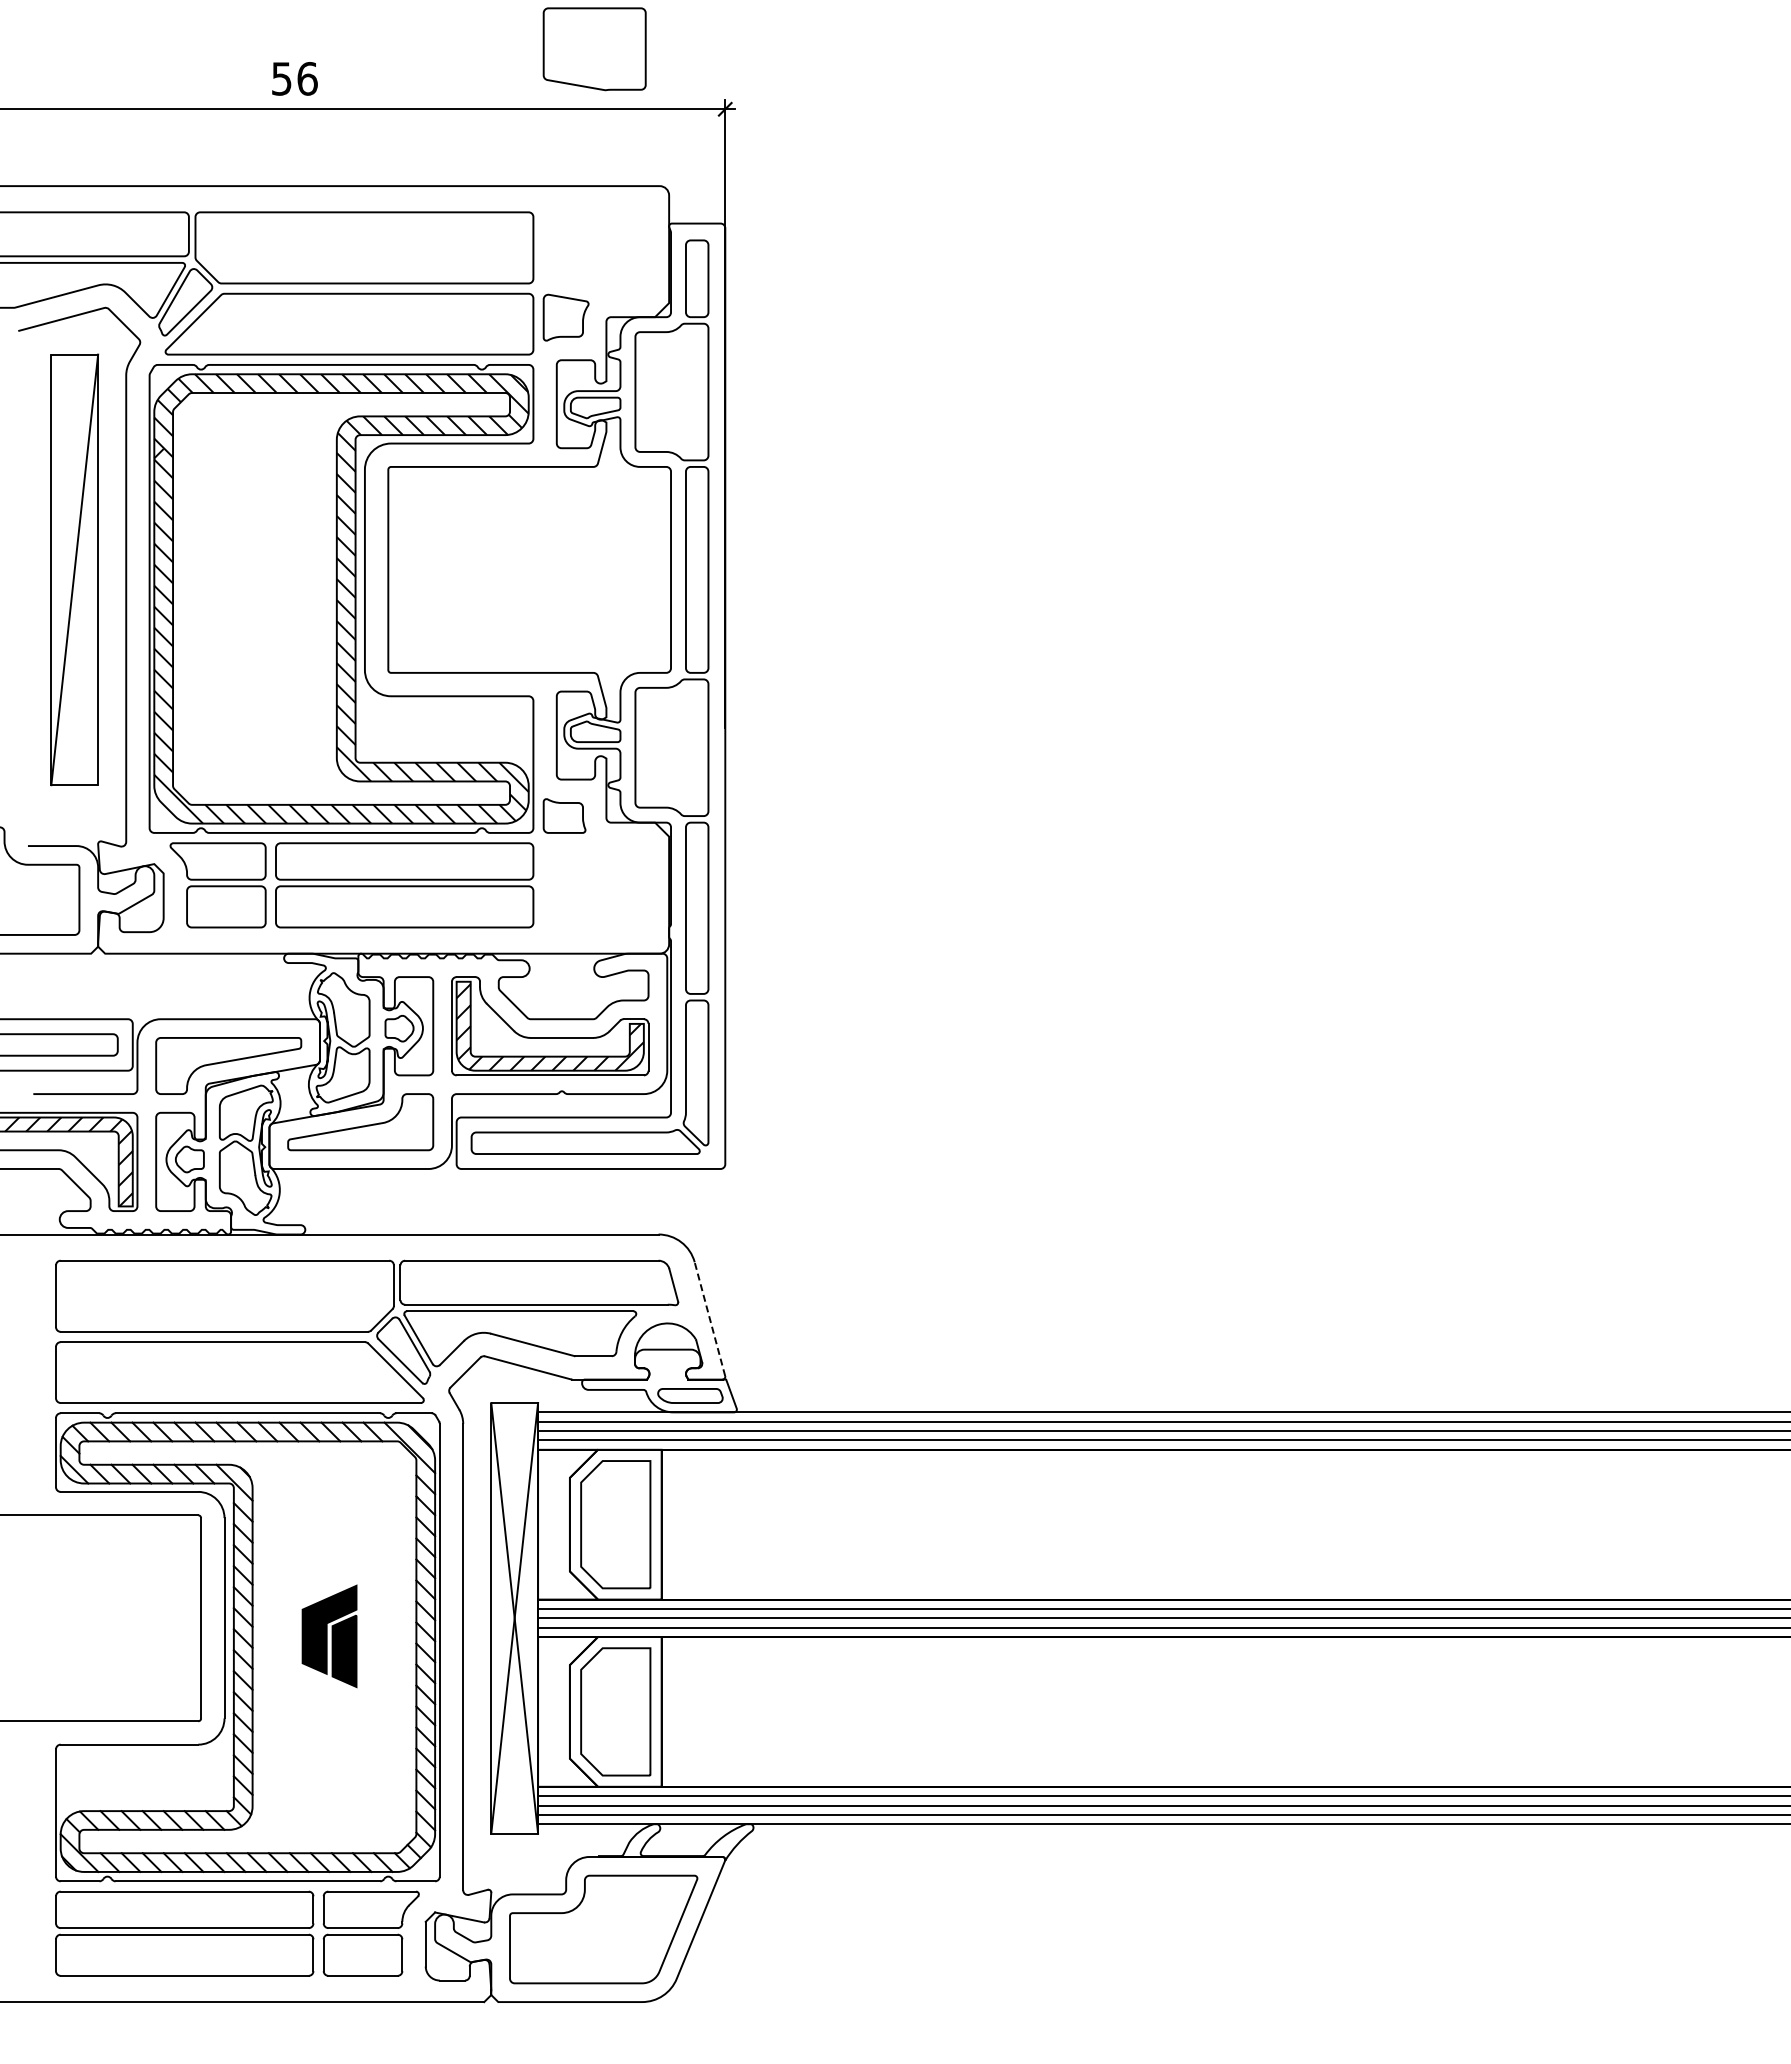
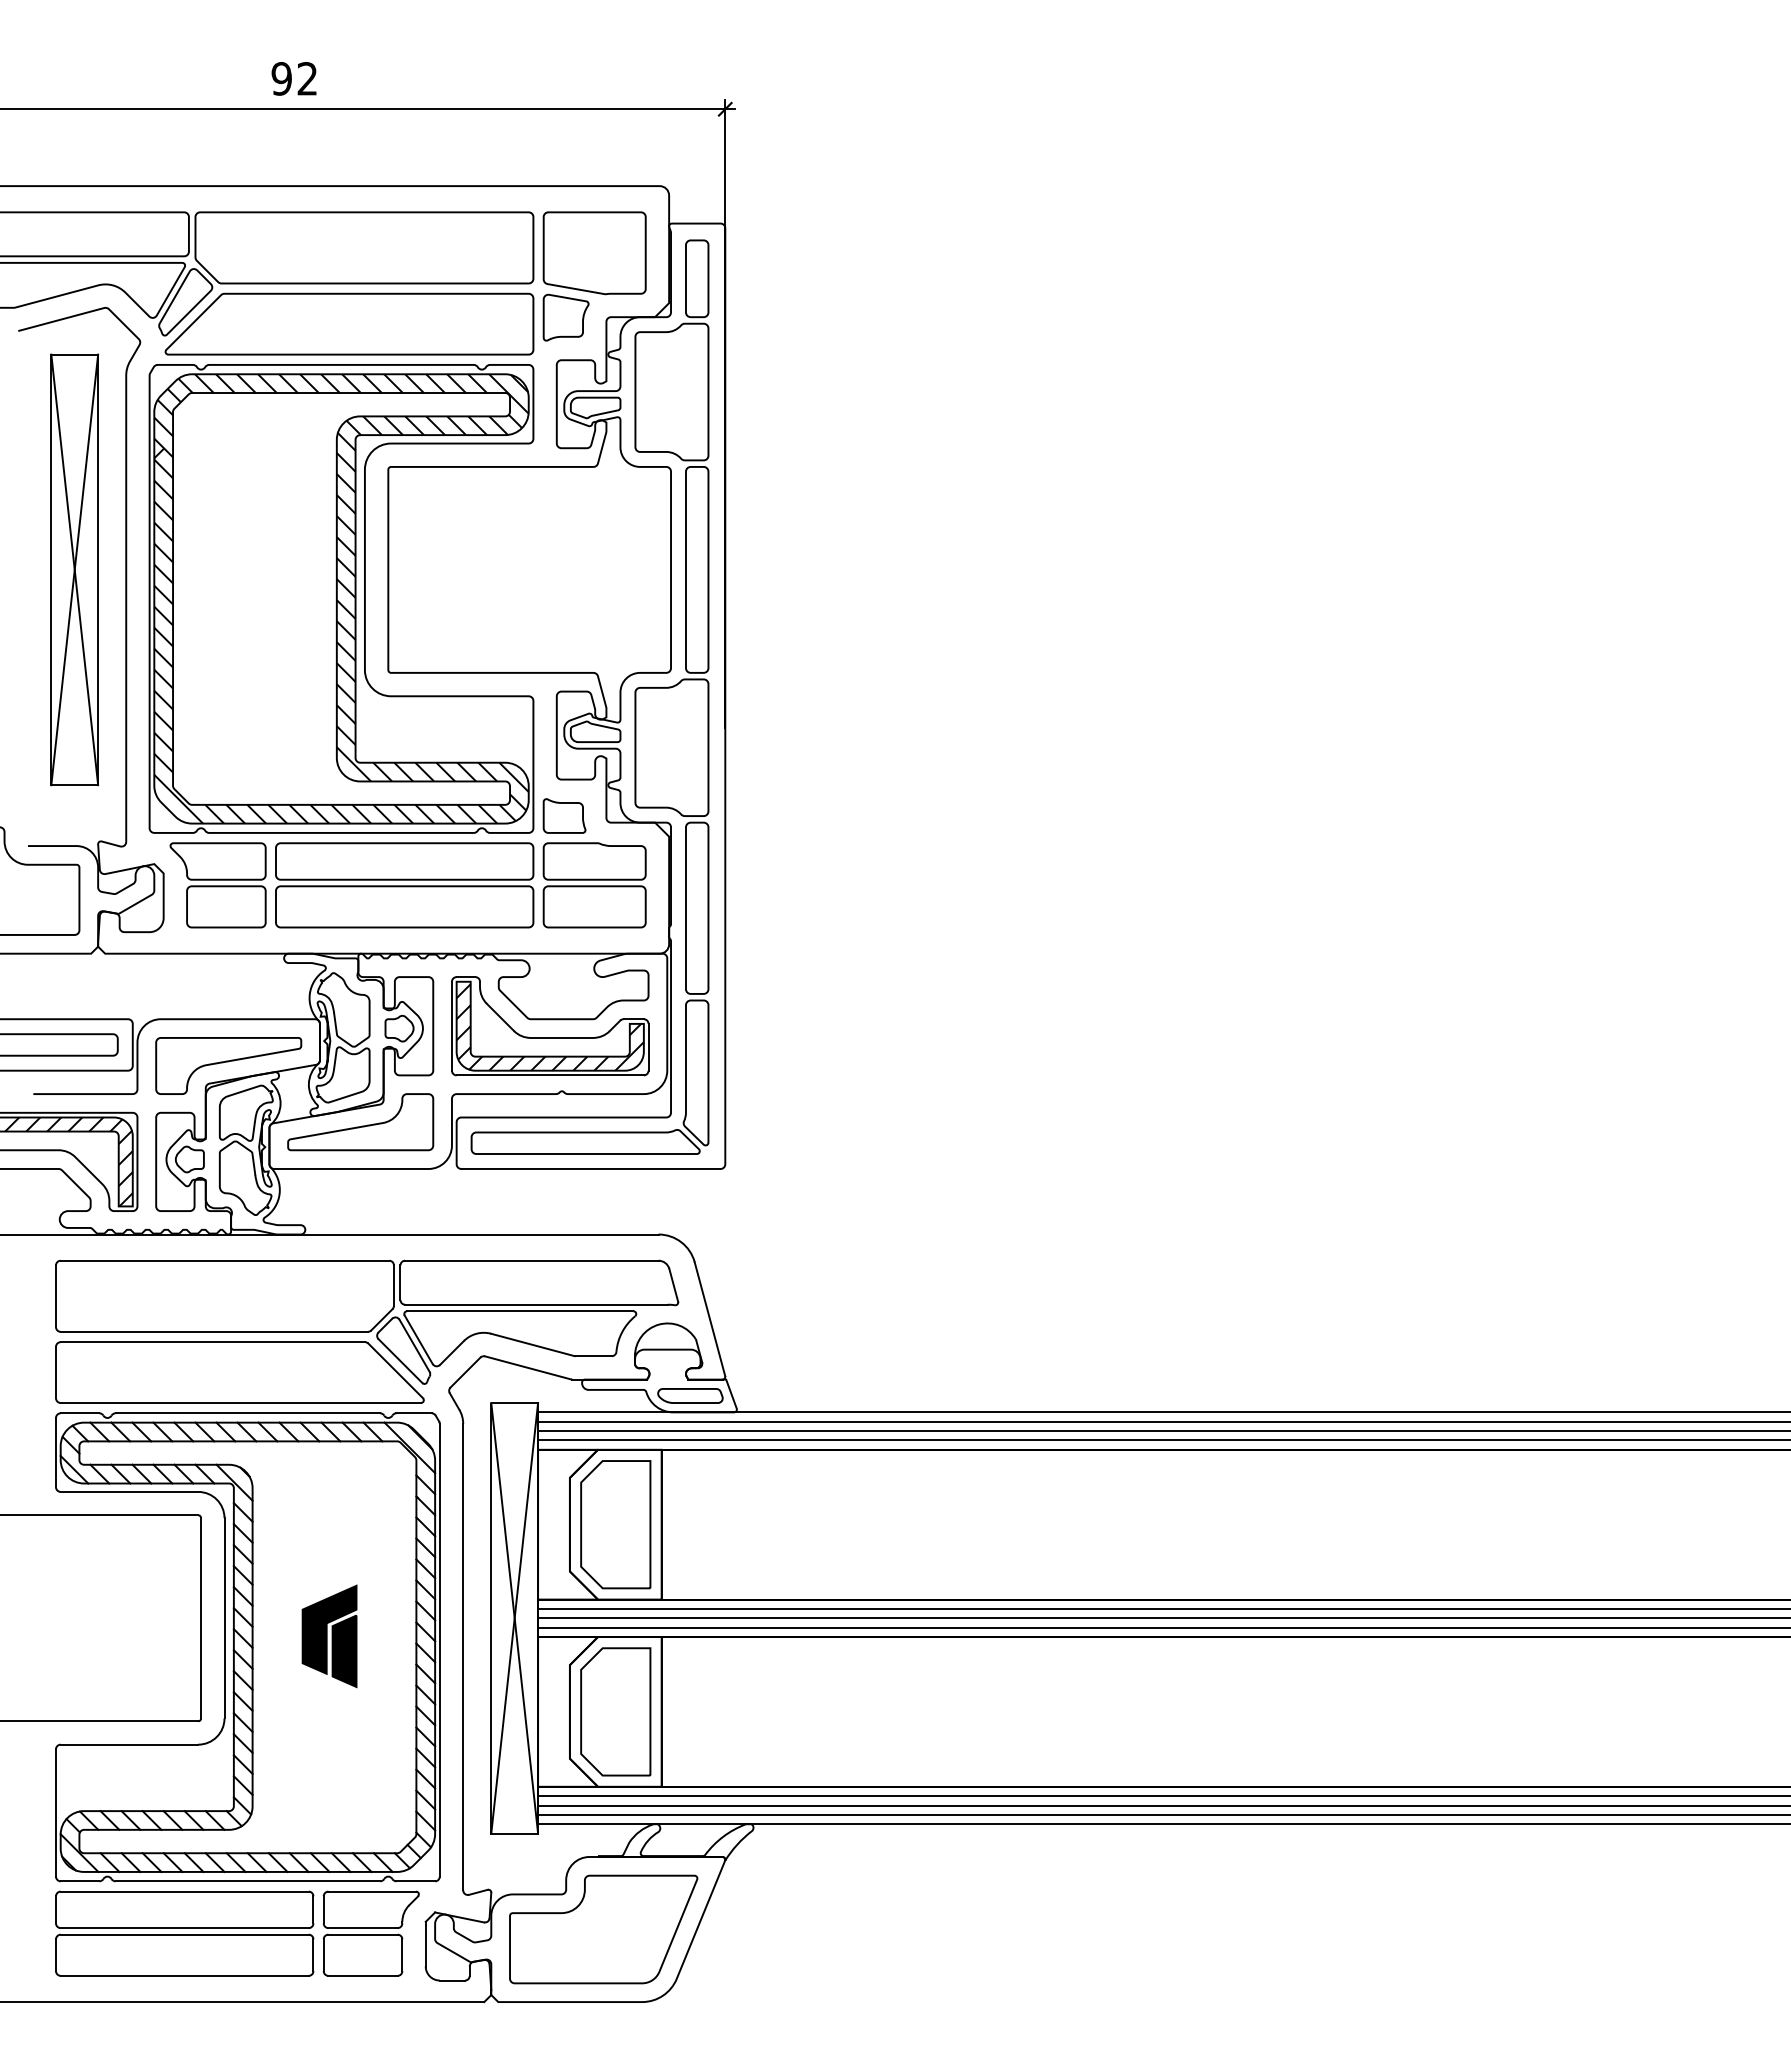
part at (594, 49) position: (594, 49) -> (594, 253)
text at (294, 78): 56 -> 92
line at (74, 569): none -> present
part at (594, 885): none -> present
line at (709, 1319): dashed -> solid
